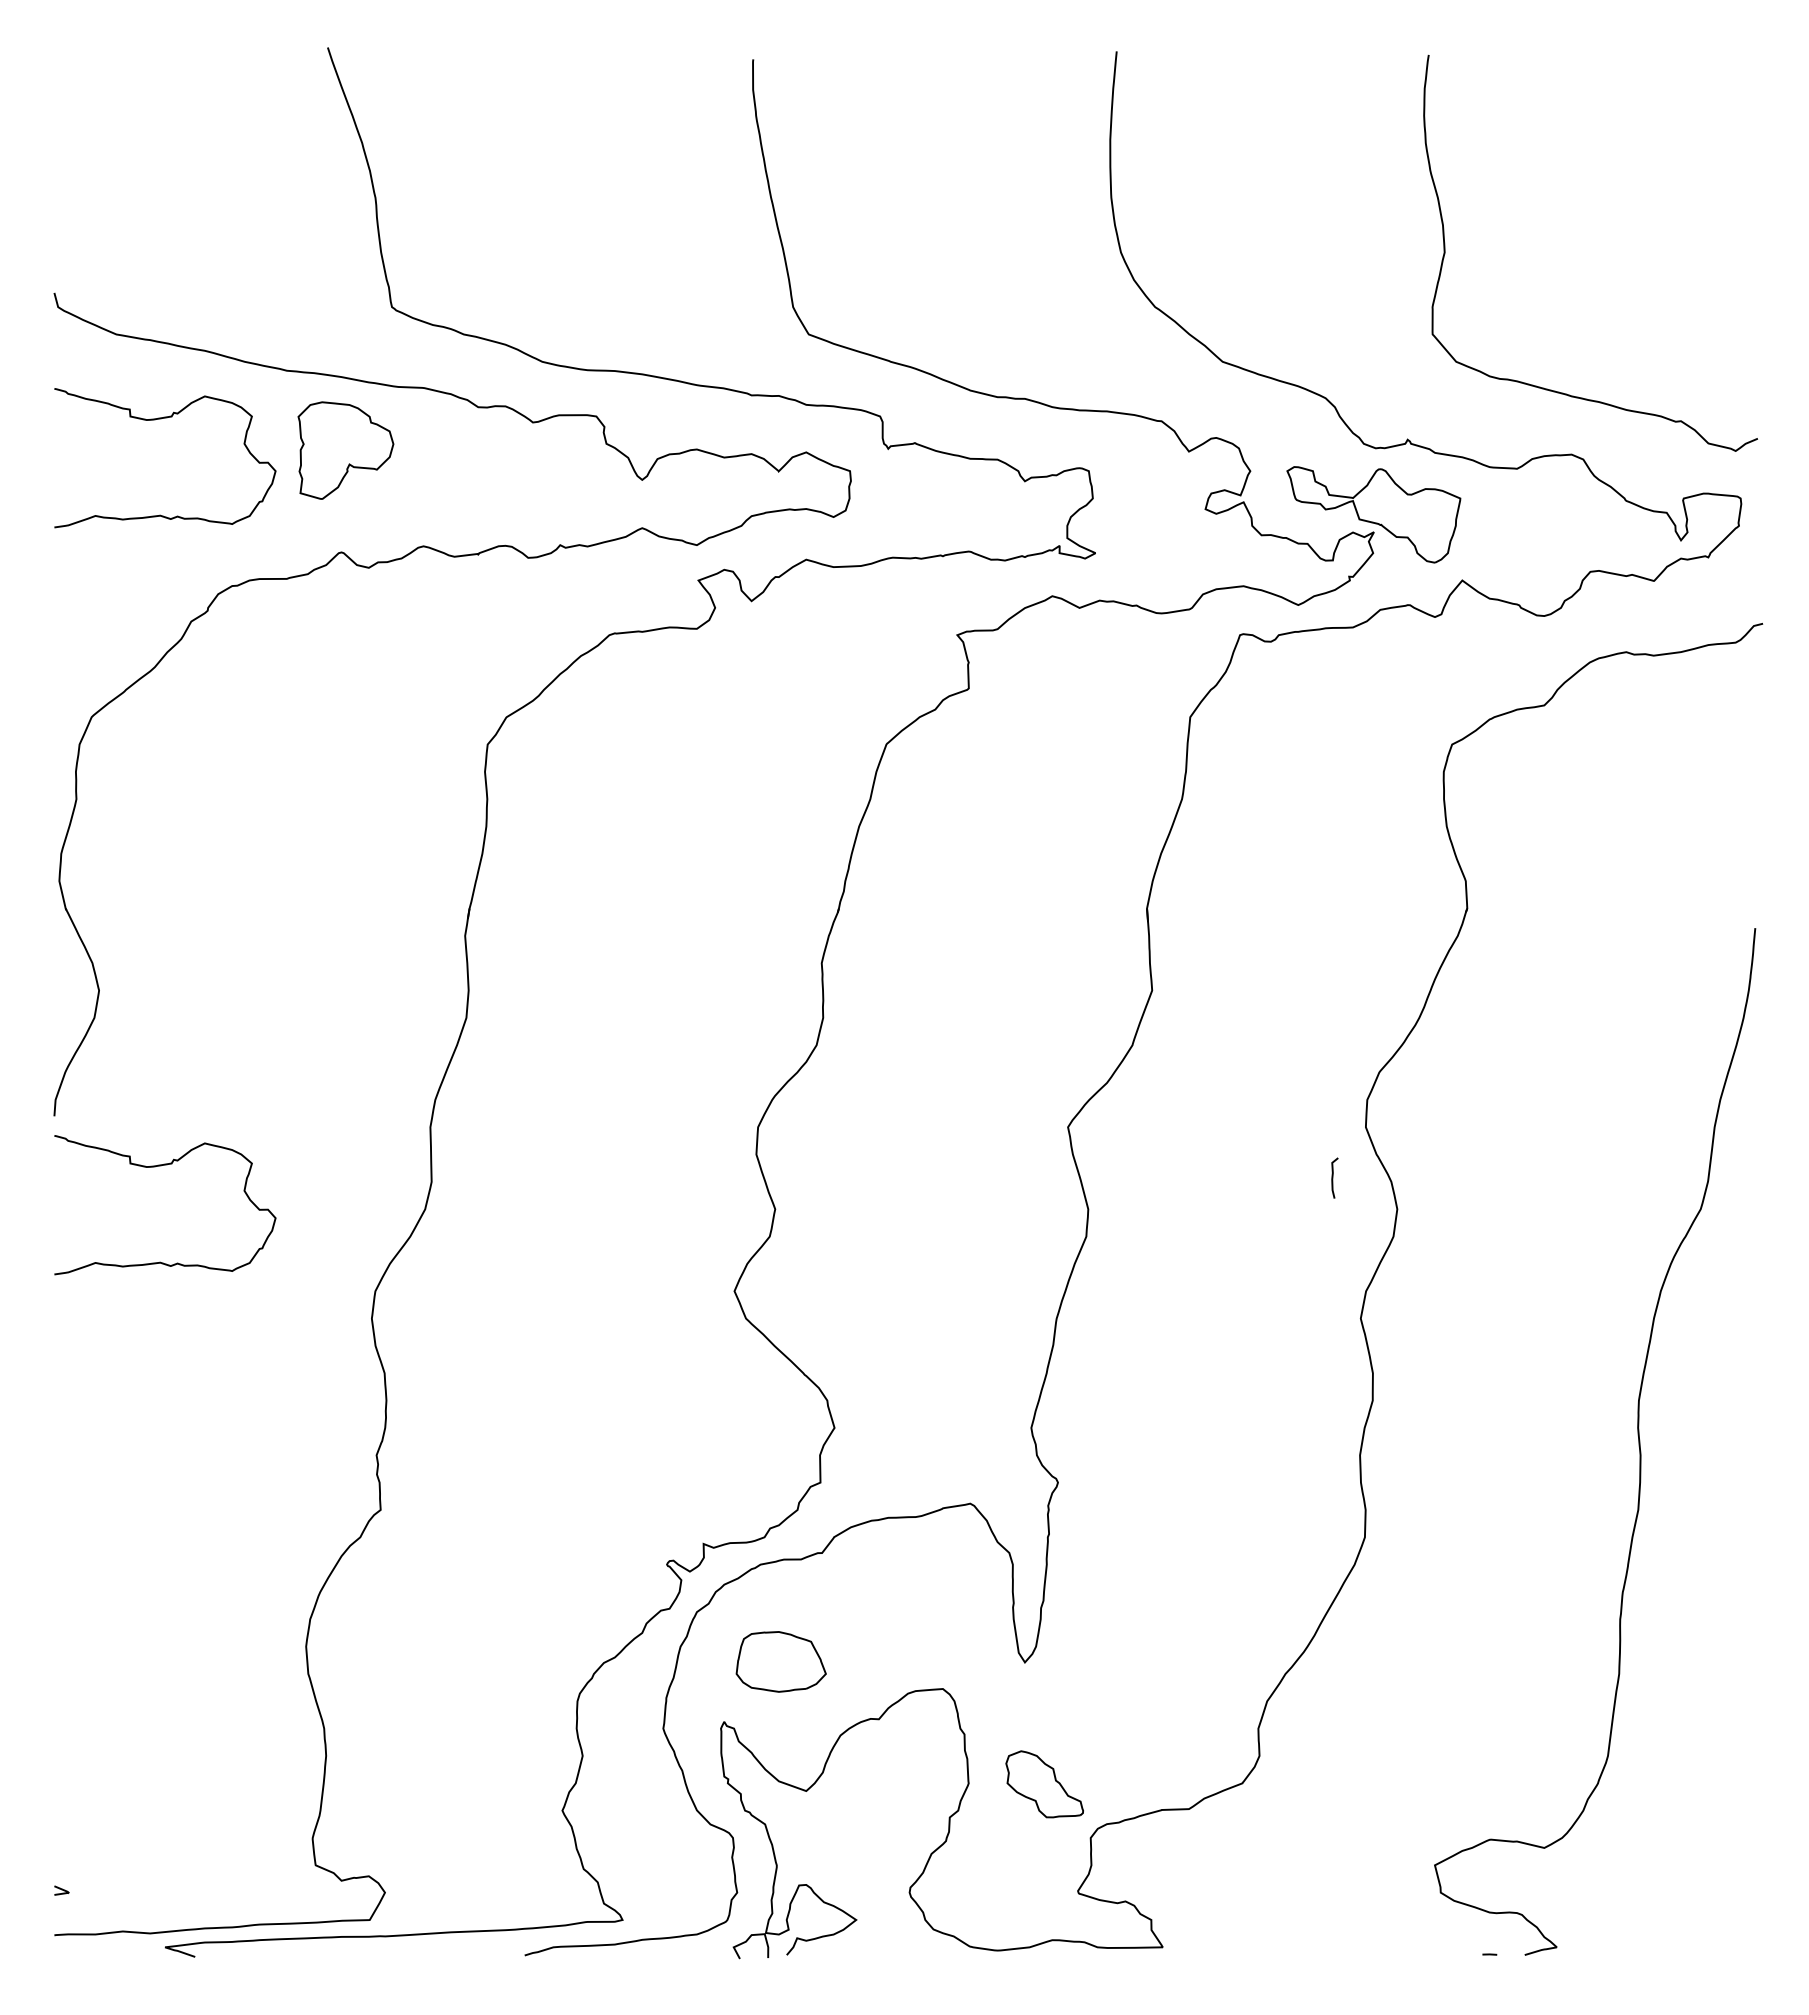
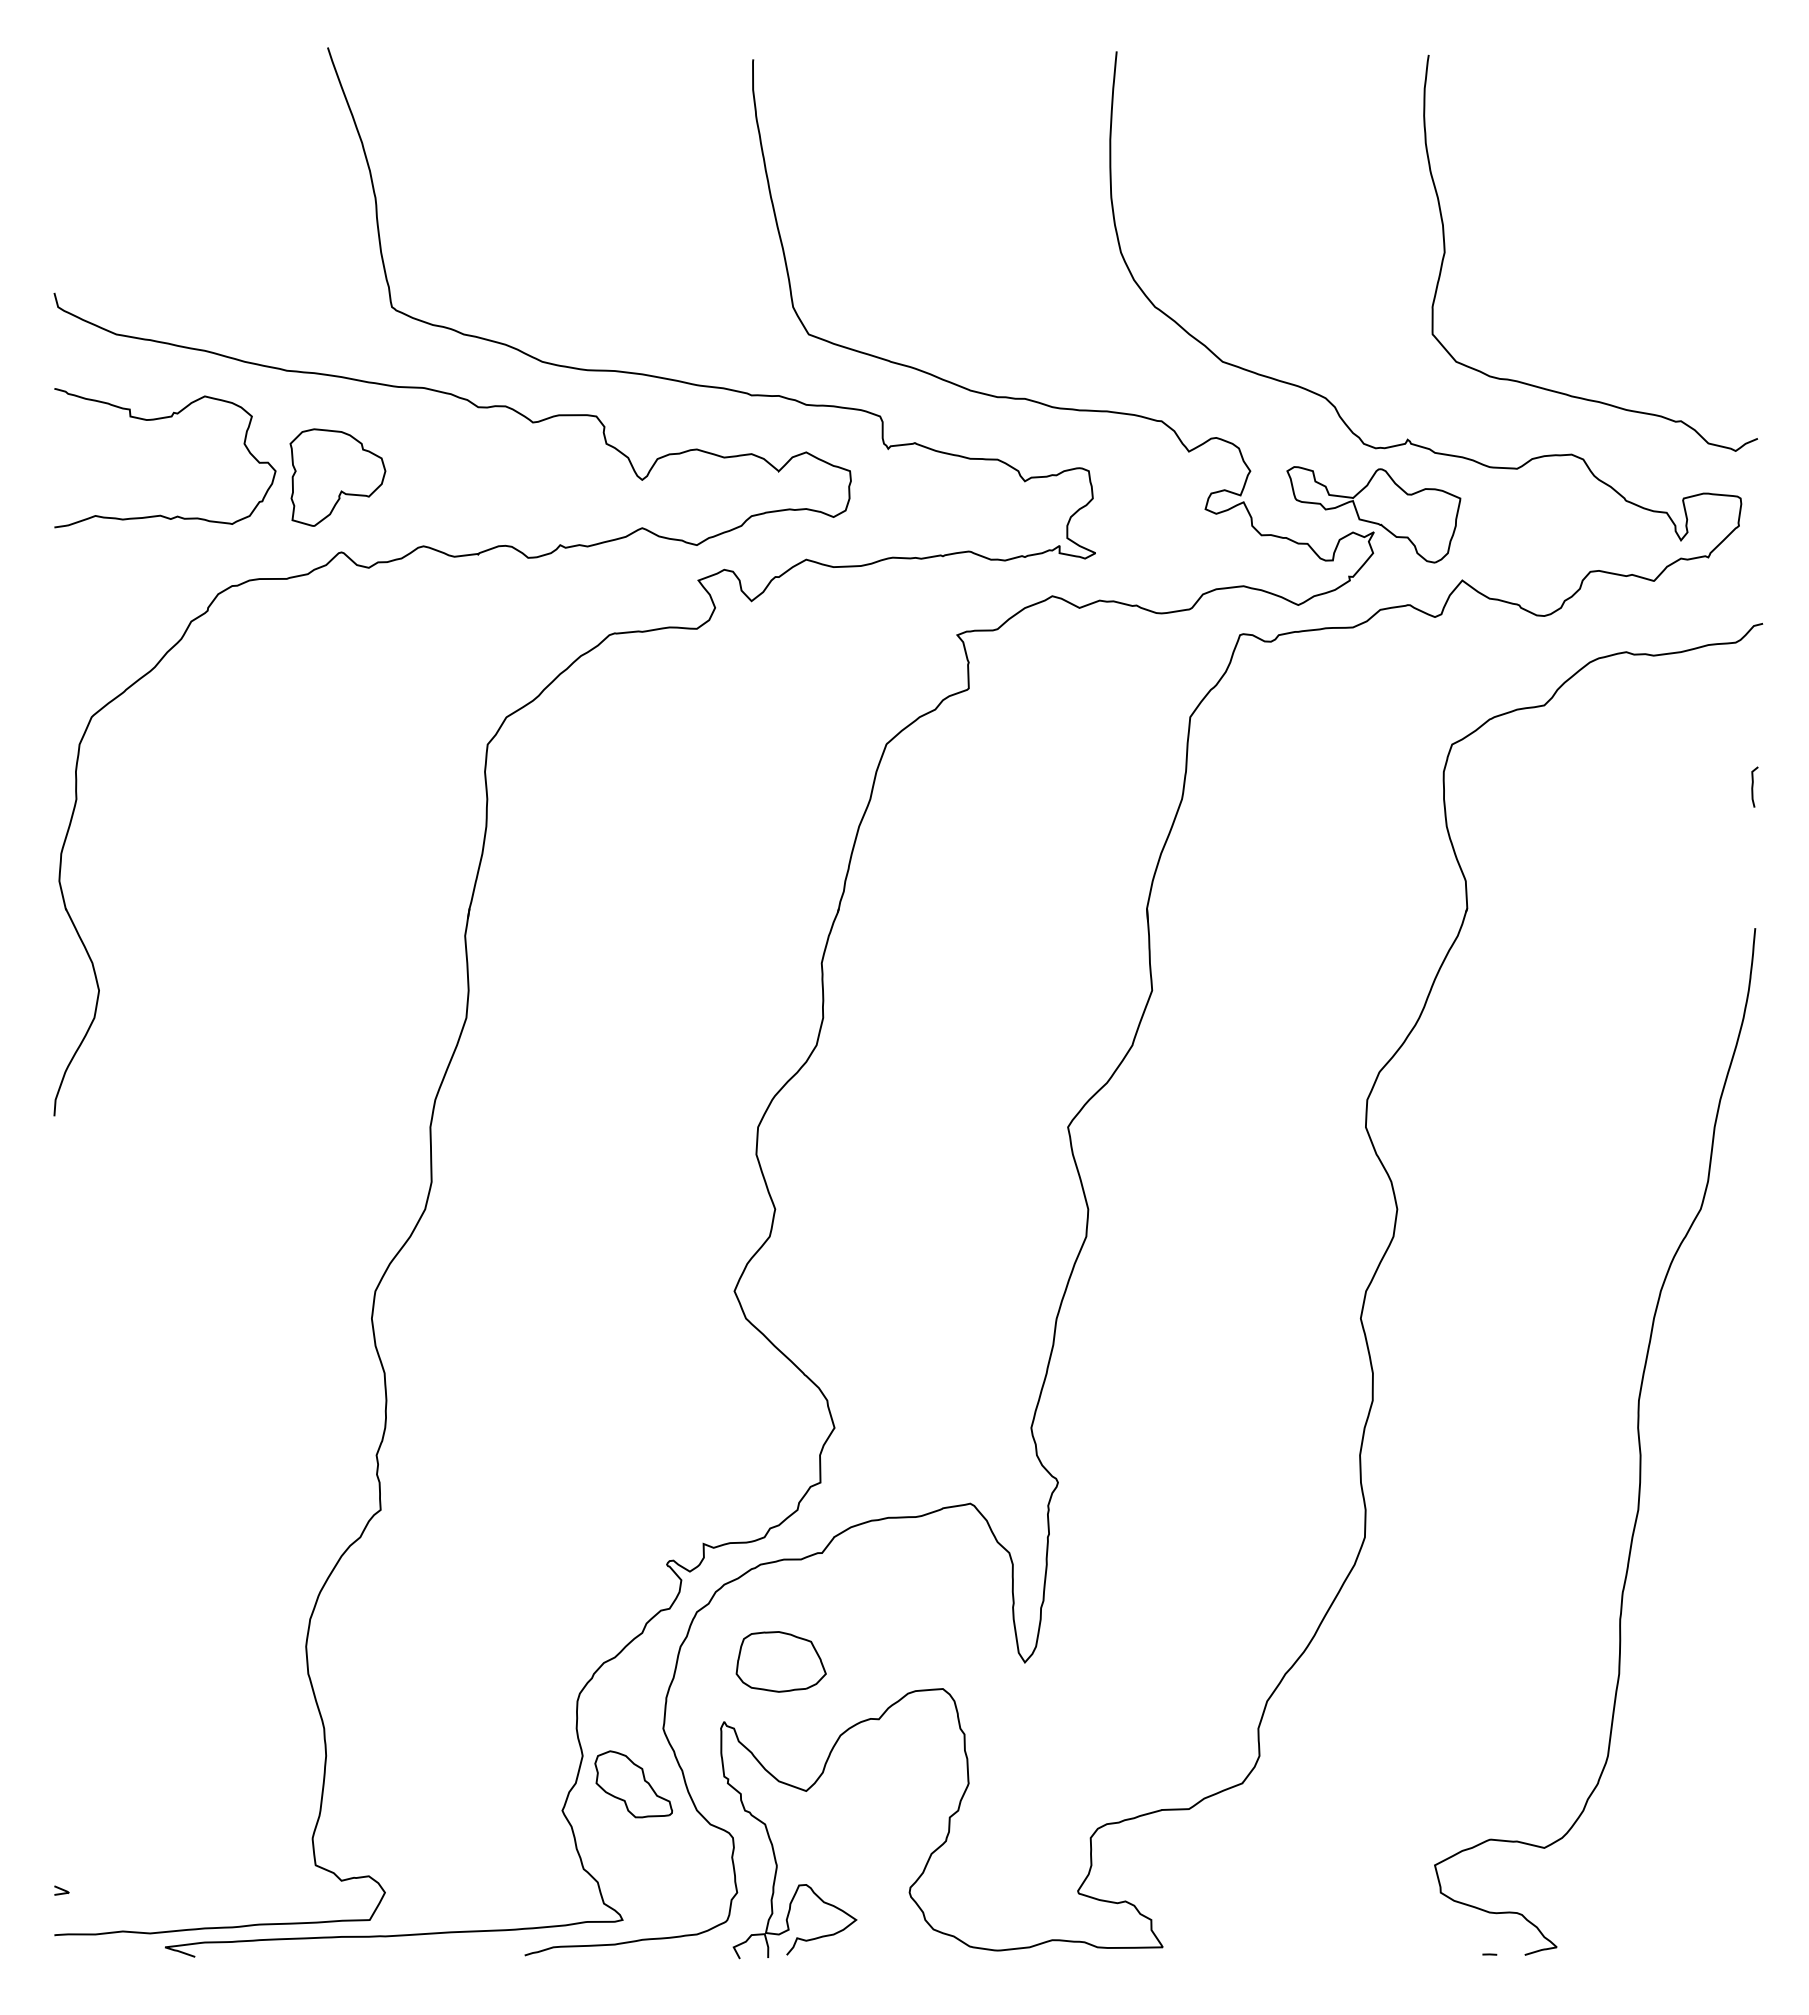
part at (345, 450) position: (345, 450) -> (337, 477)
curve at (161, 1166): present -> none
curve at (1333, 1177) position: (1333, 1177) -> (1753, 786)
part at (1044, 1784) position: (1044, 1784) -> (633, 1784)
